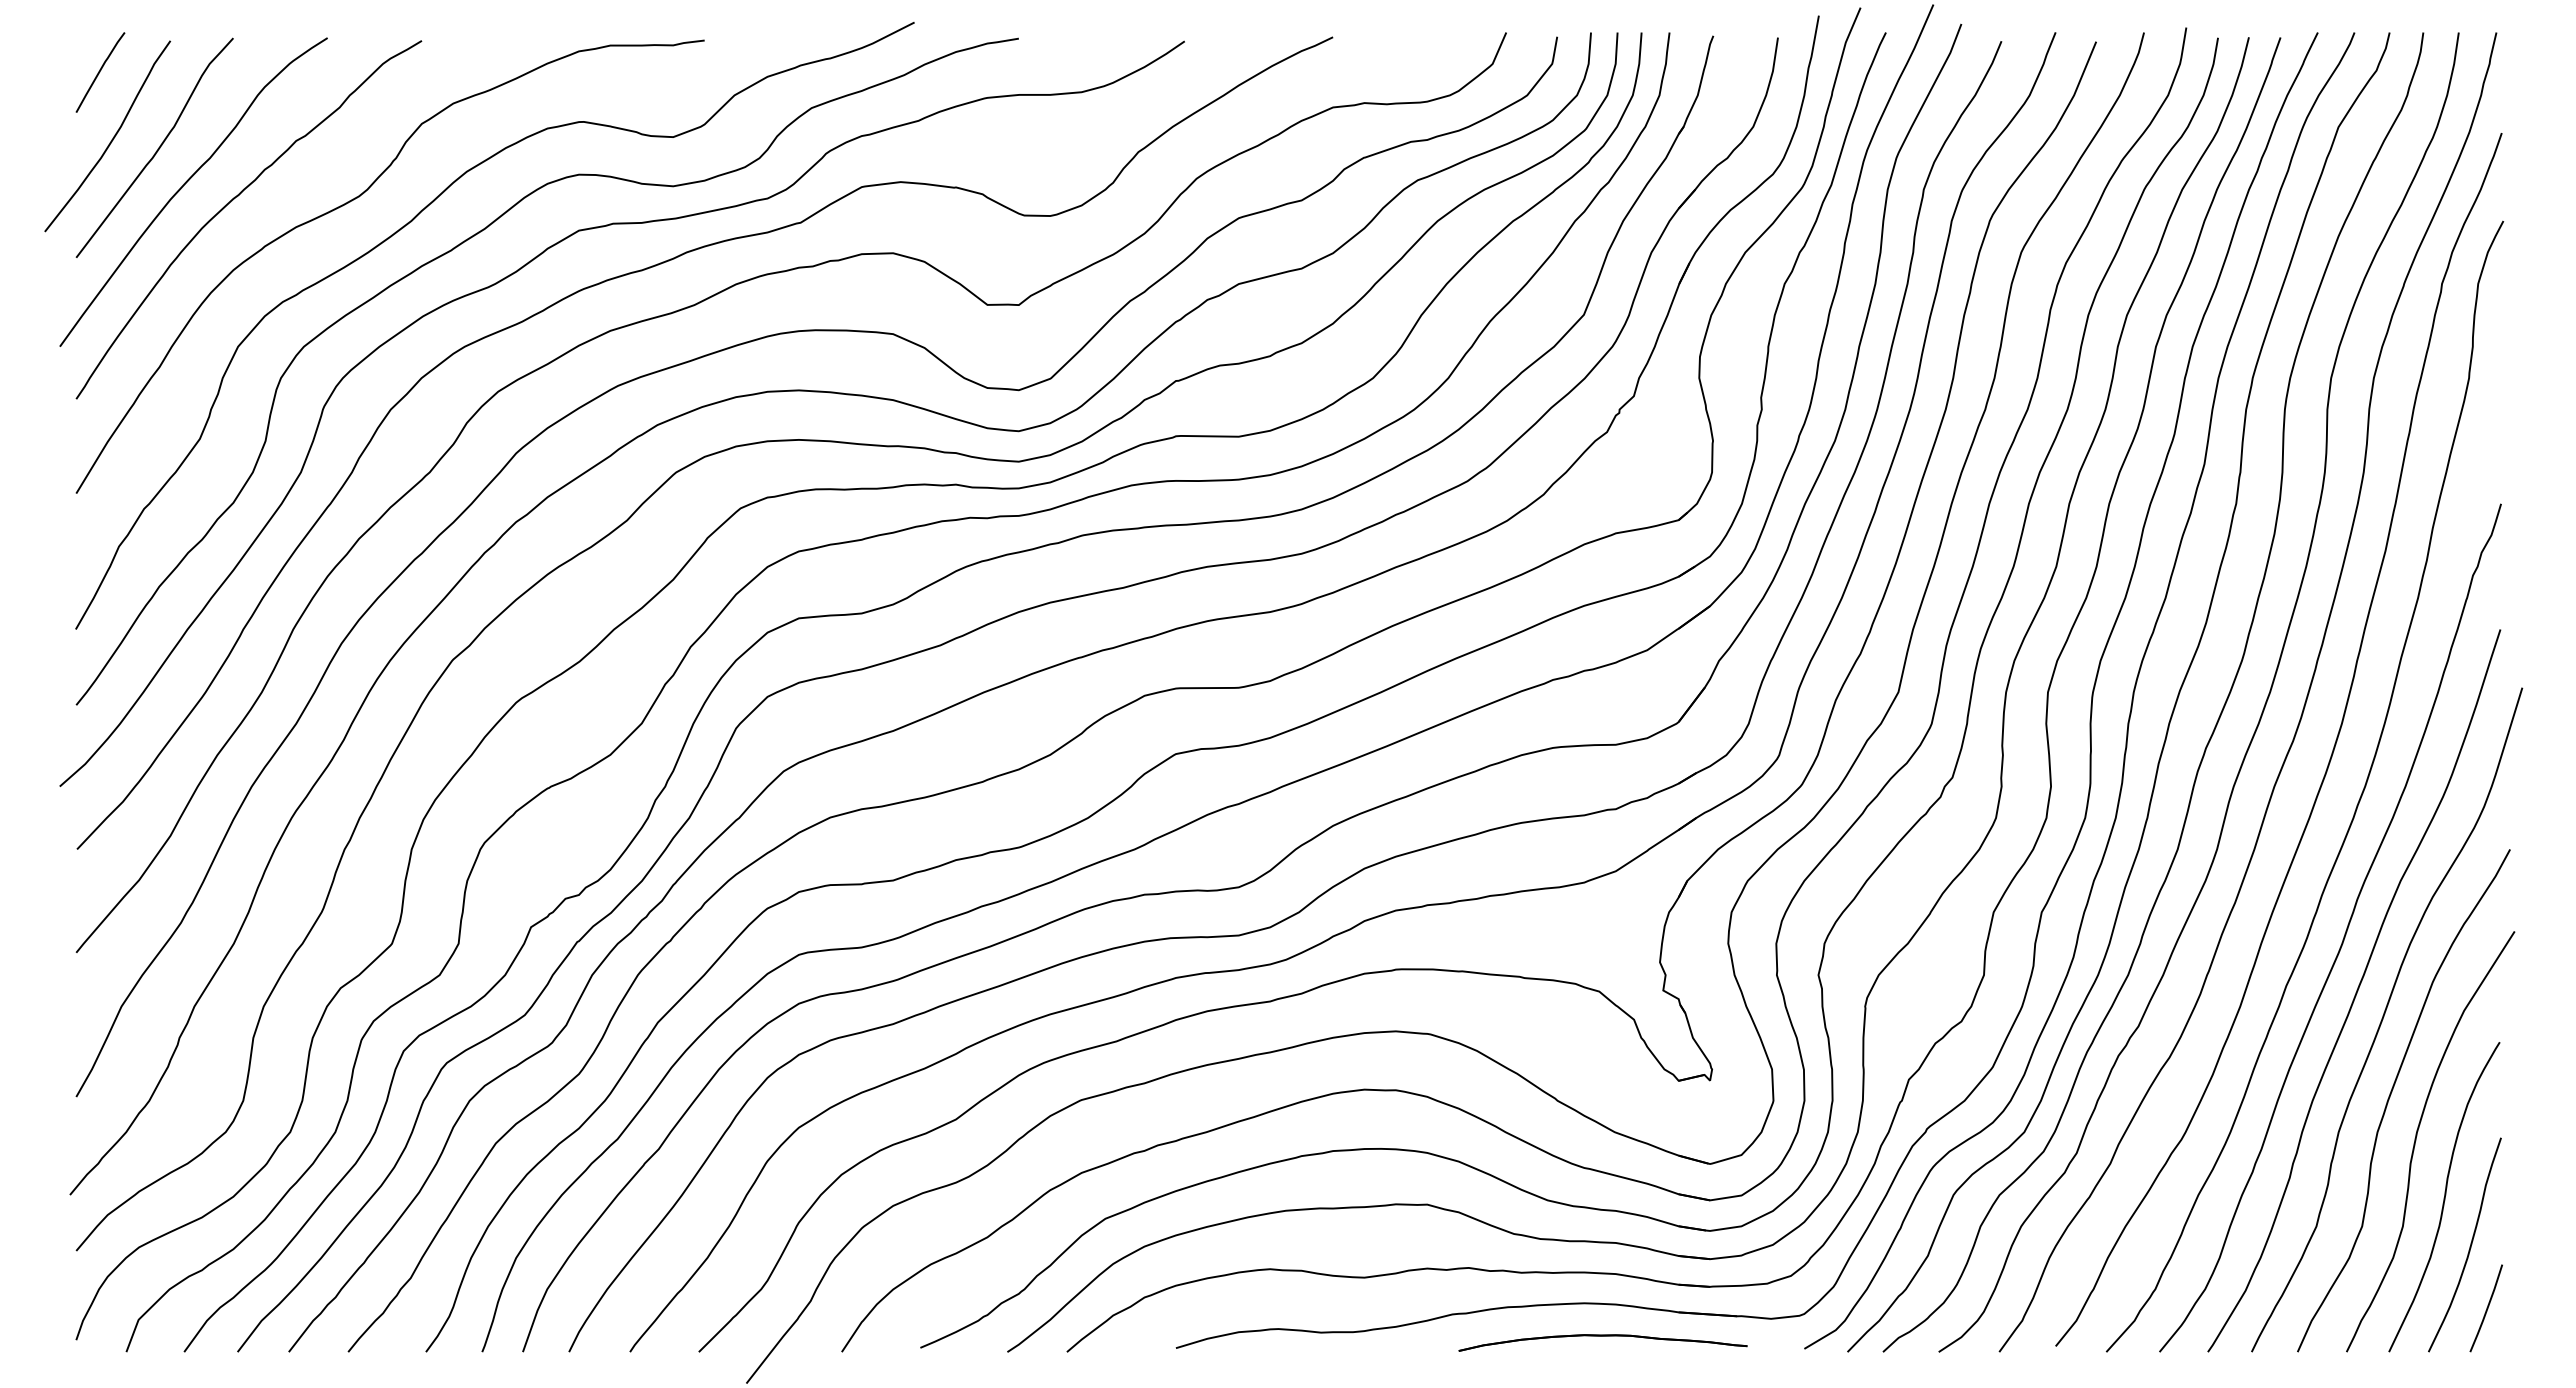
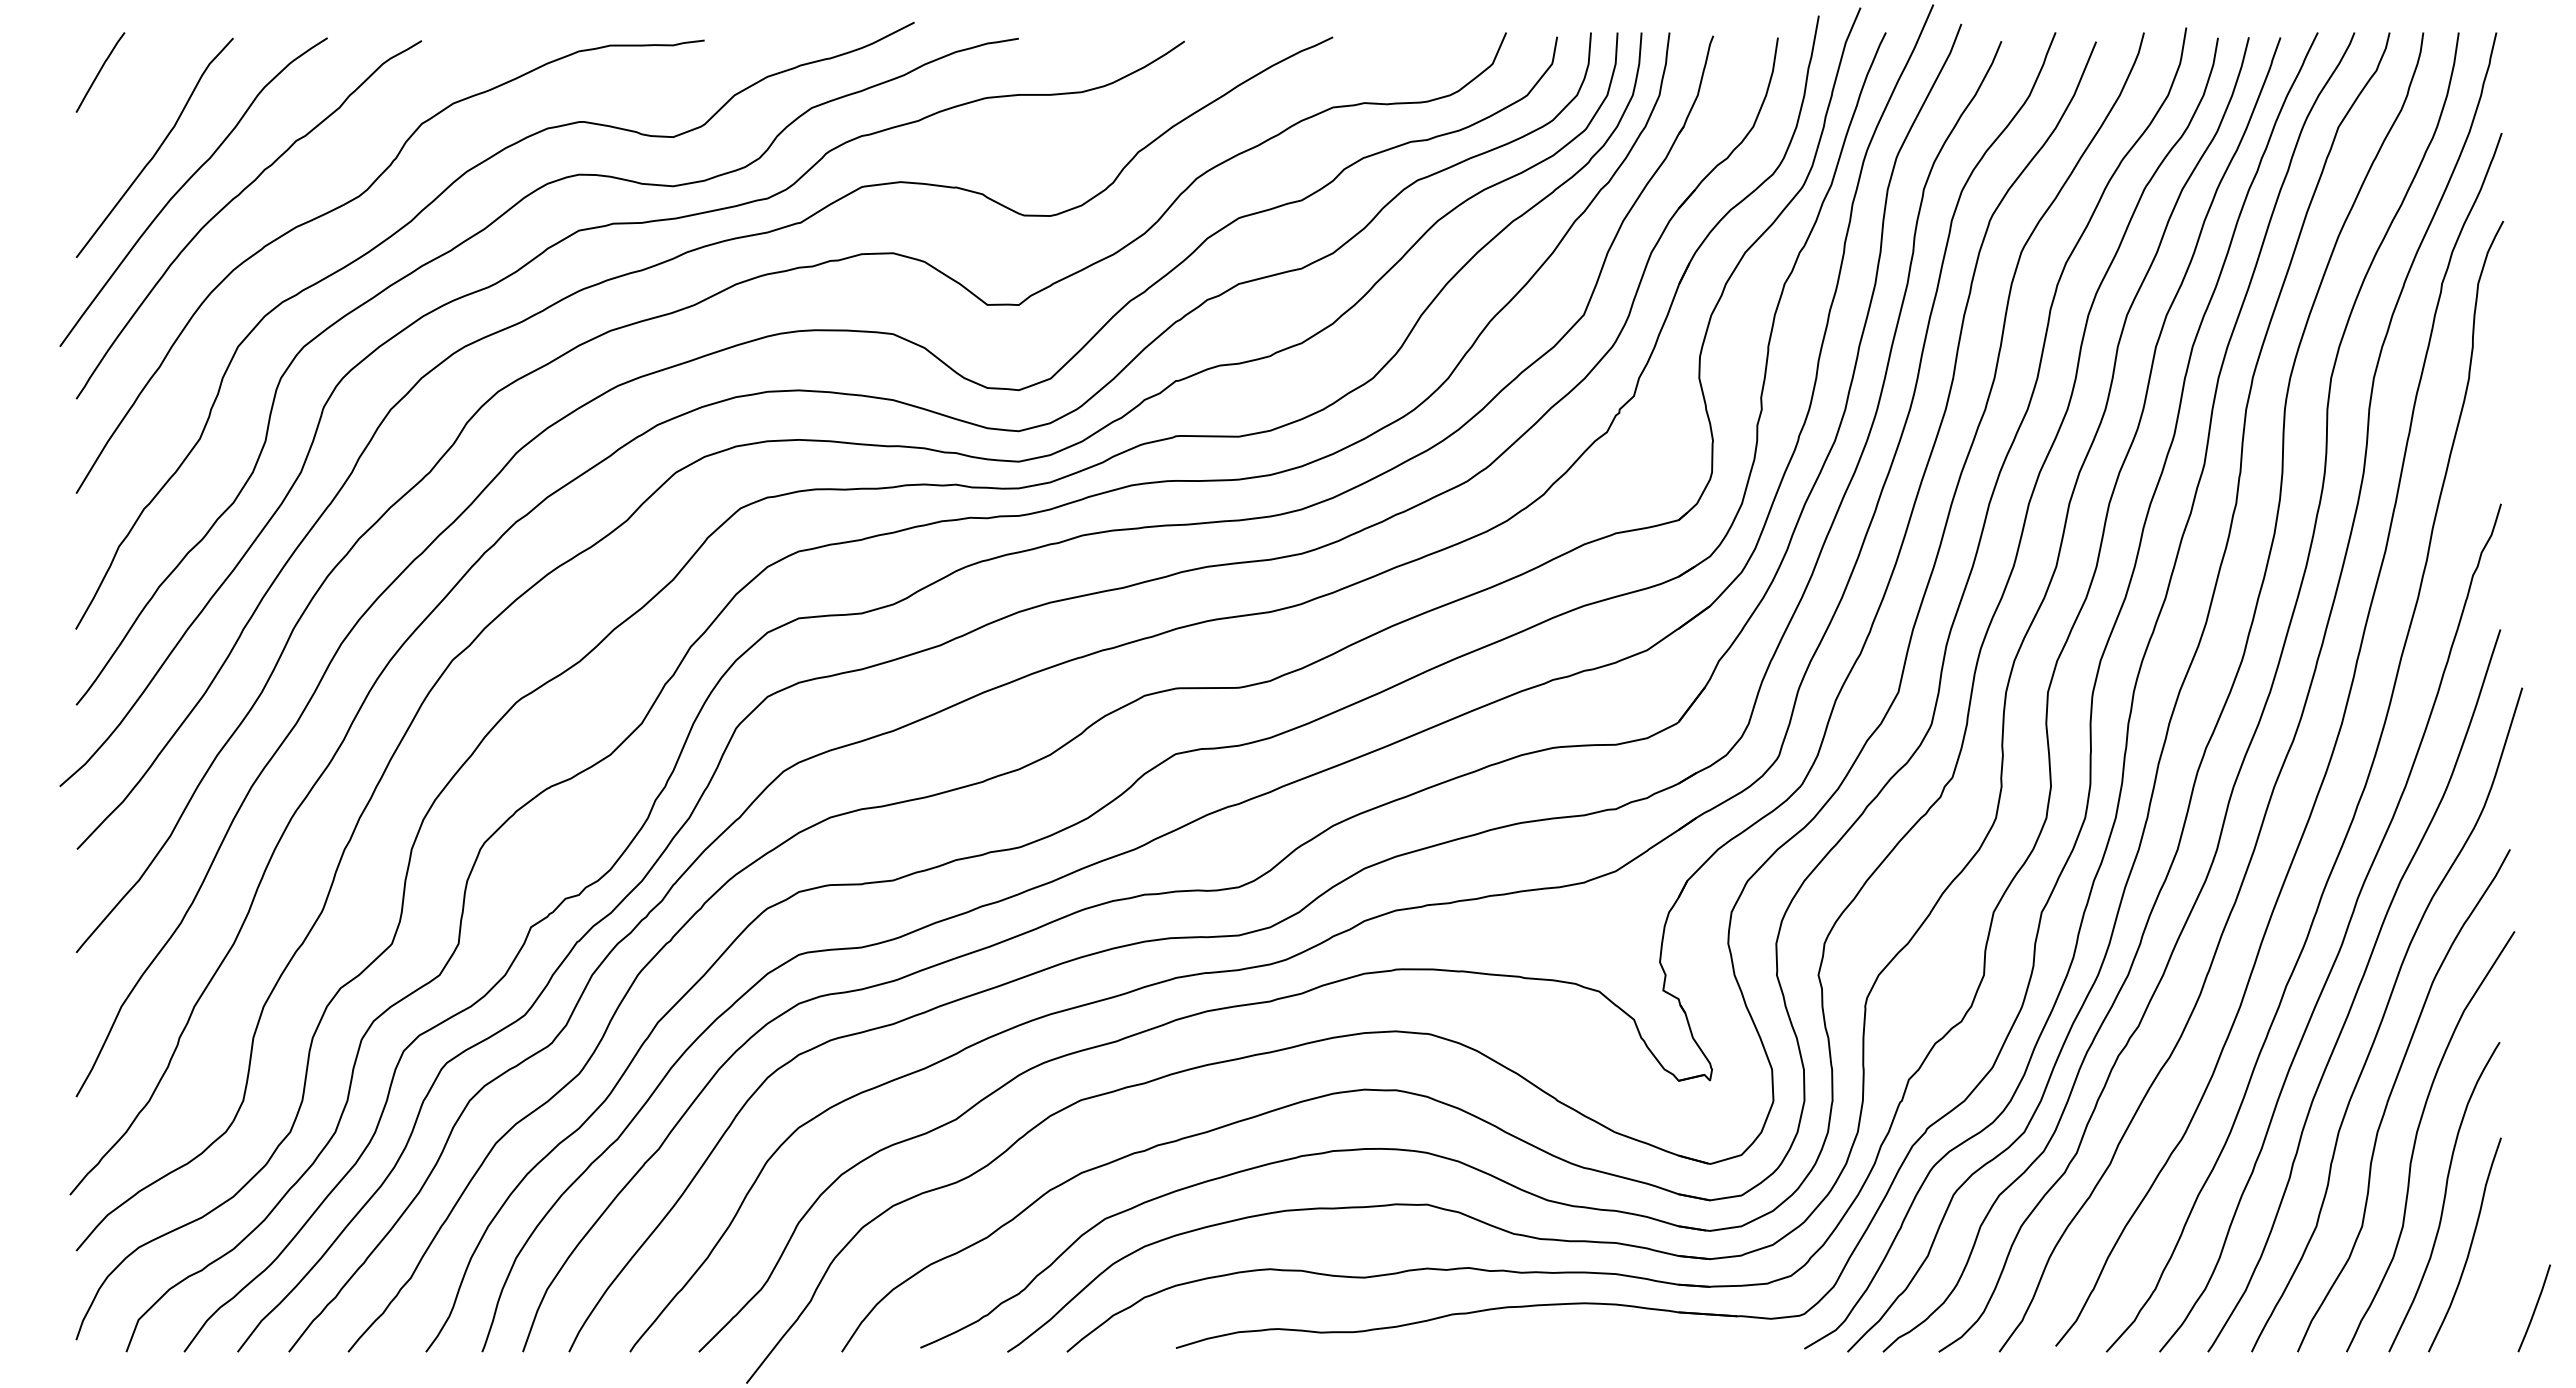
curve at (111, 139): present -> none
line at (2486, 1308) position: (2486, 1308) -> (2534, 1308)
part at (1602, 1342): present -> none
